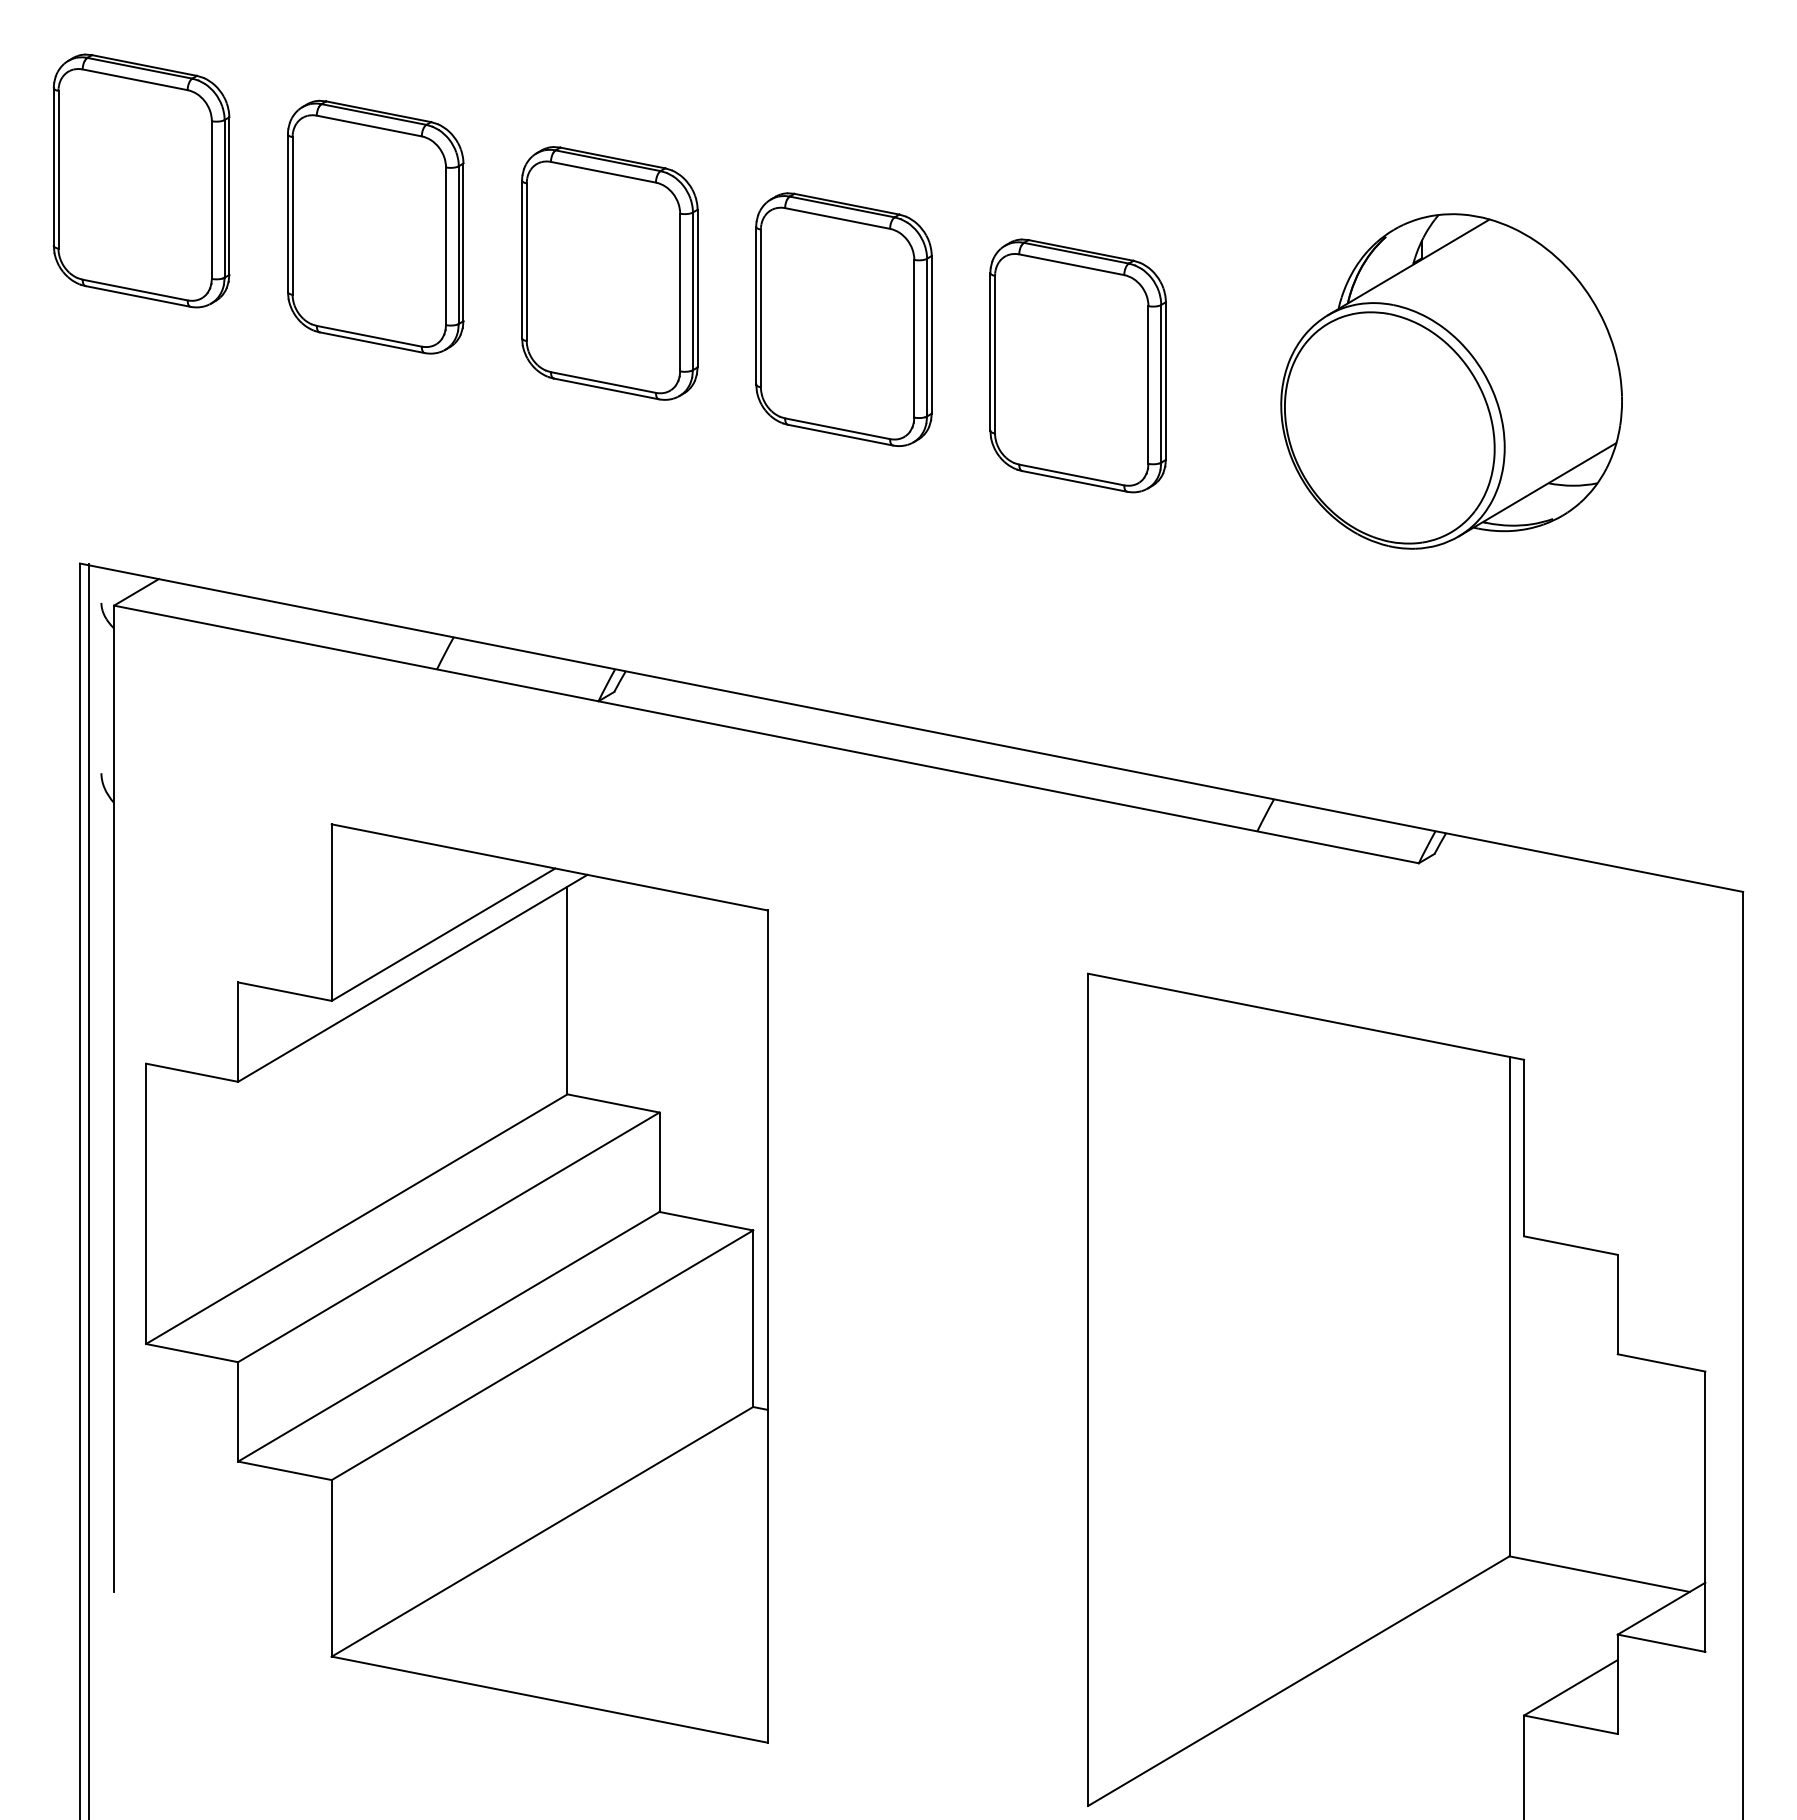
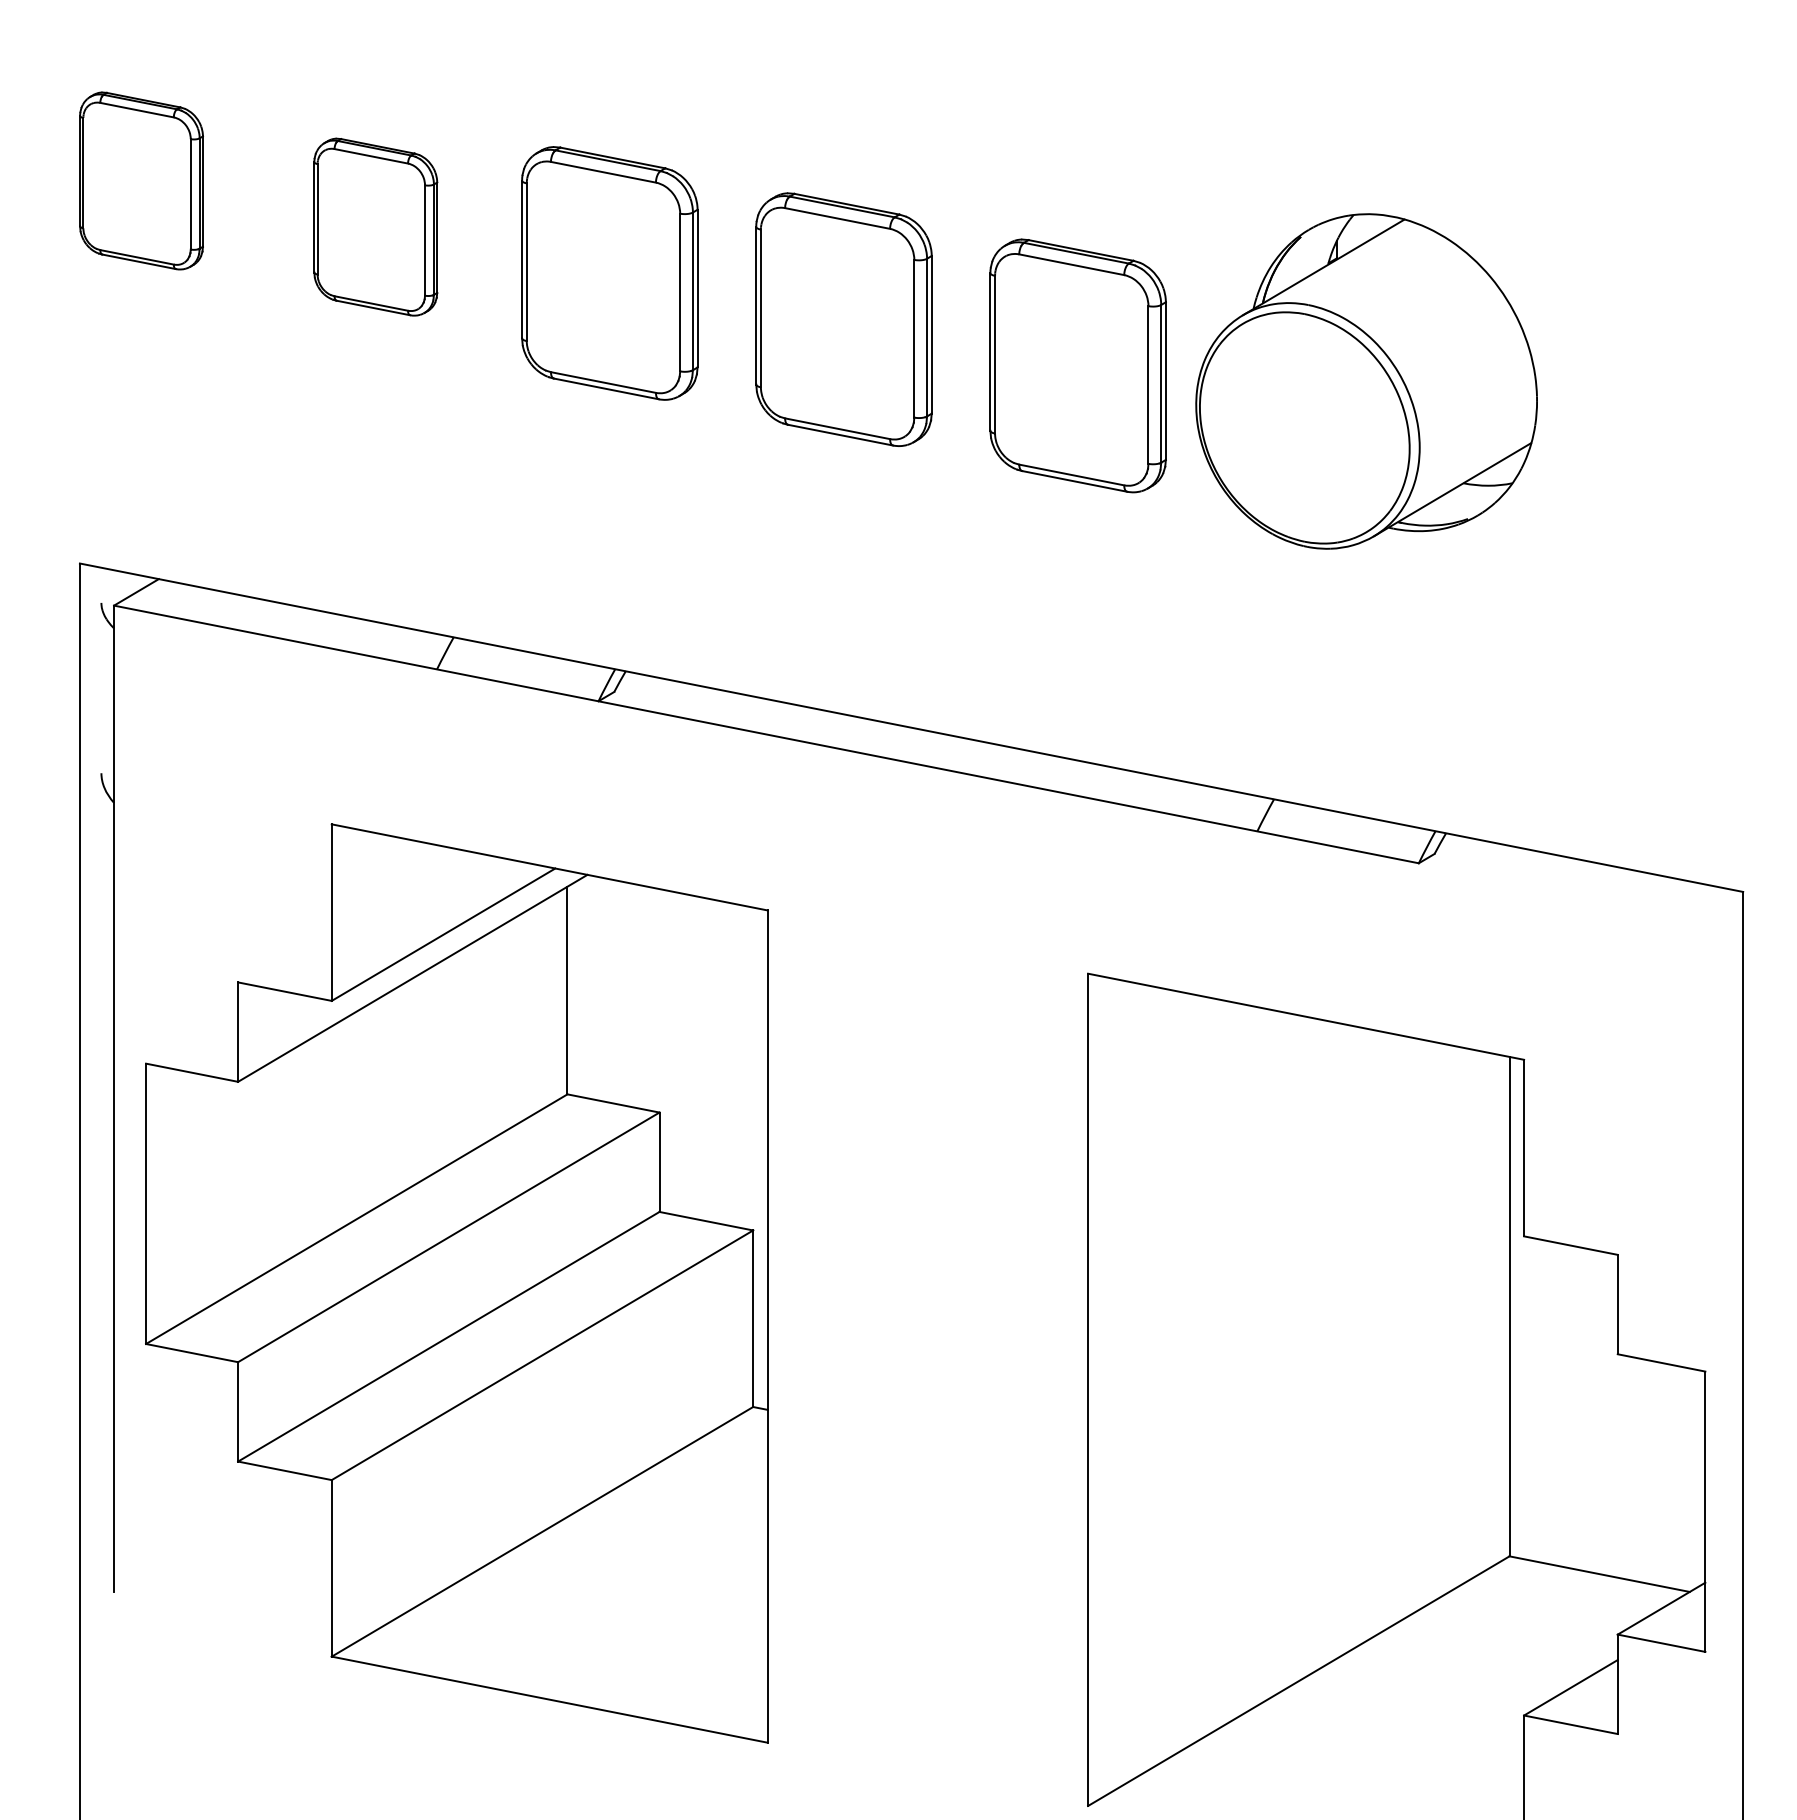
part at (141, 180) size: 179x256 px -> 125x180 px
part at (375, 226) size: 178x256 px -> 126x180 px
part at (1451, 381) position: (1451, 381) -> (1366, 381)
line at (89, 1189): present -> none
